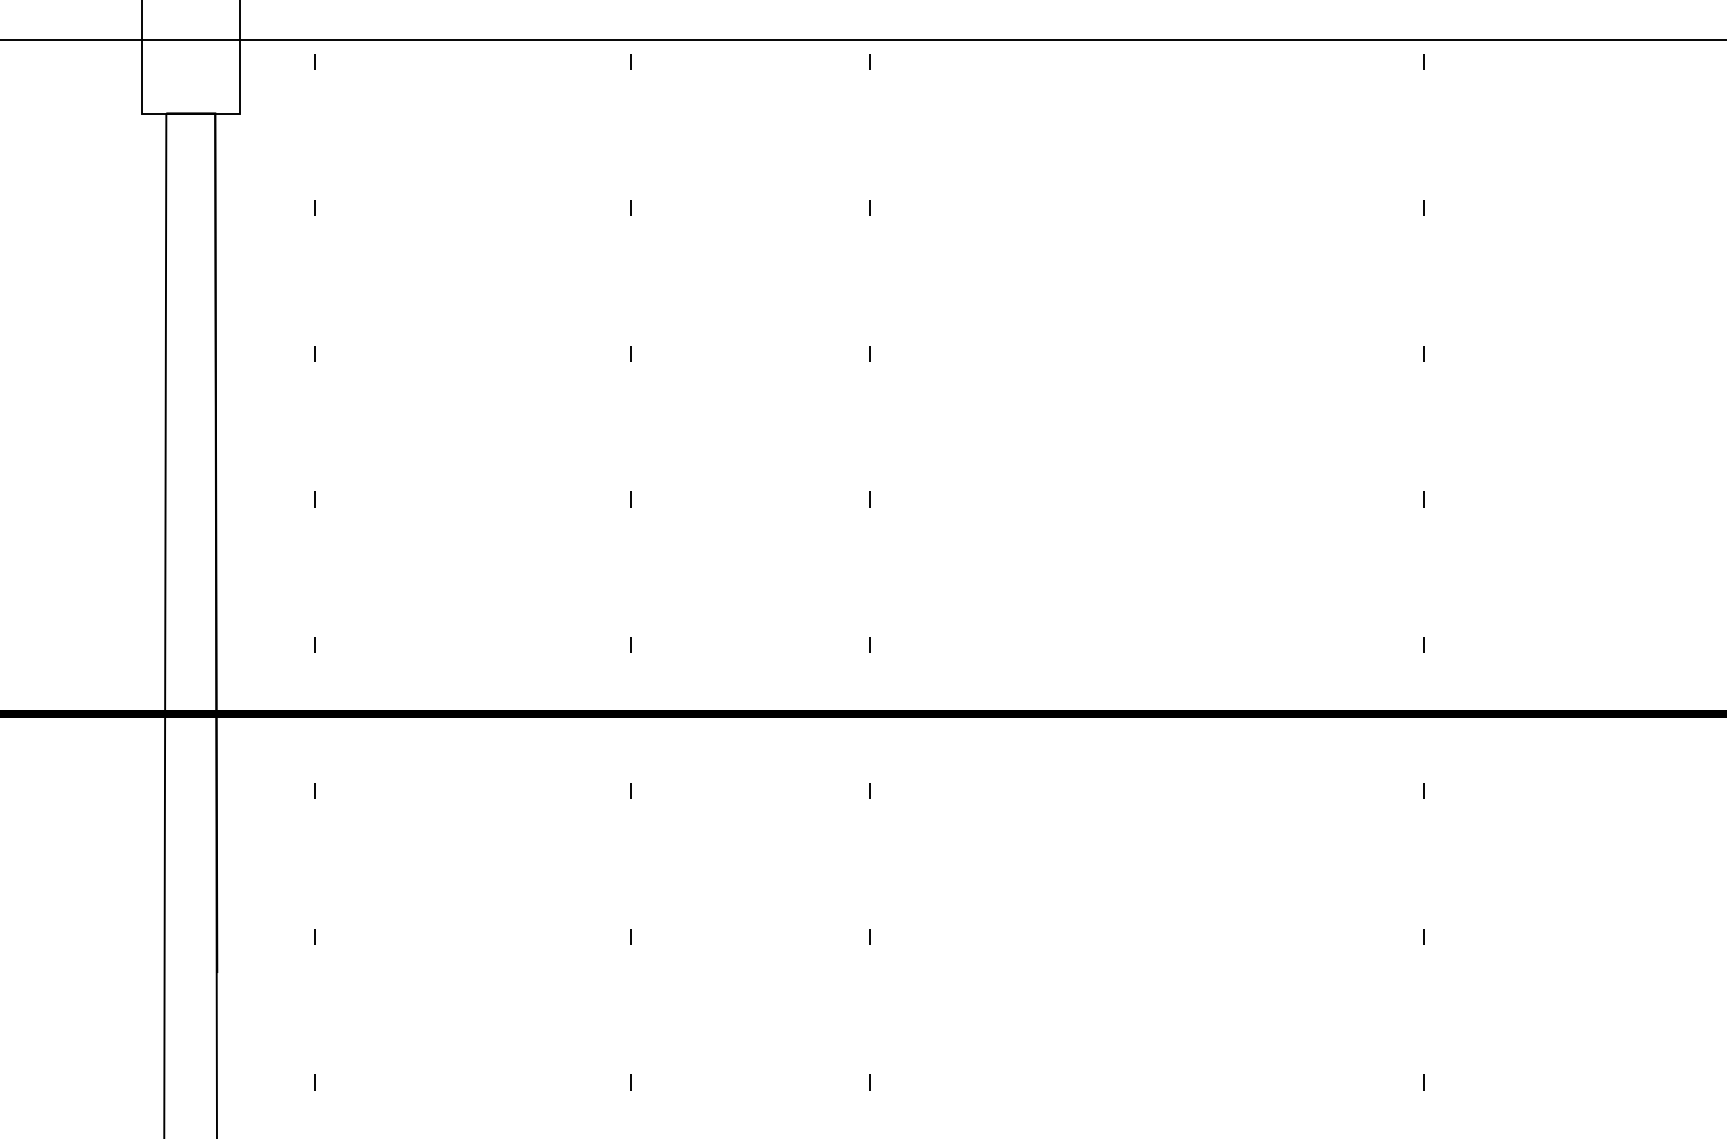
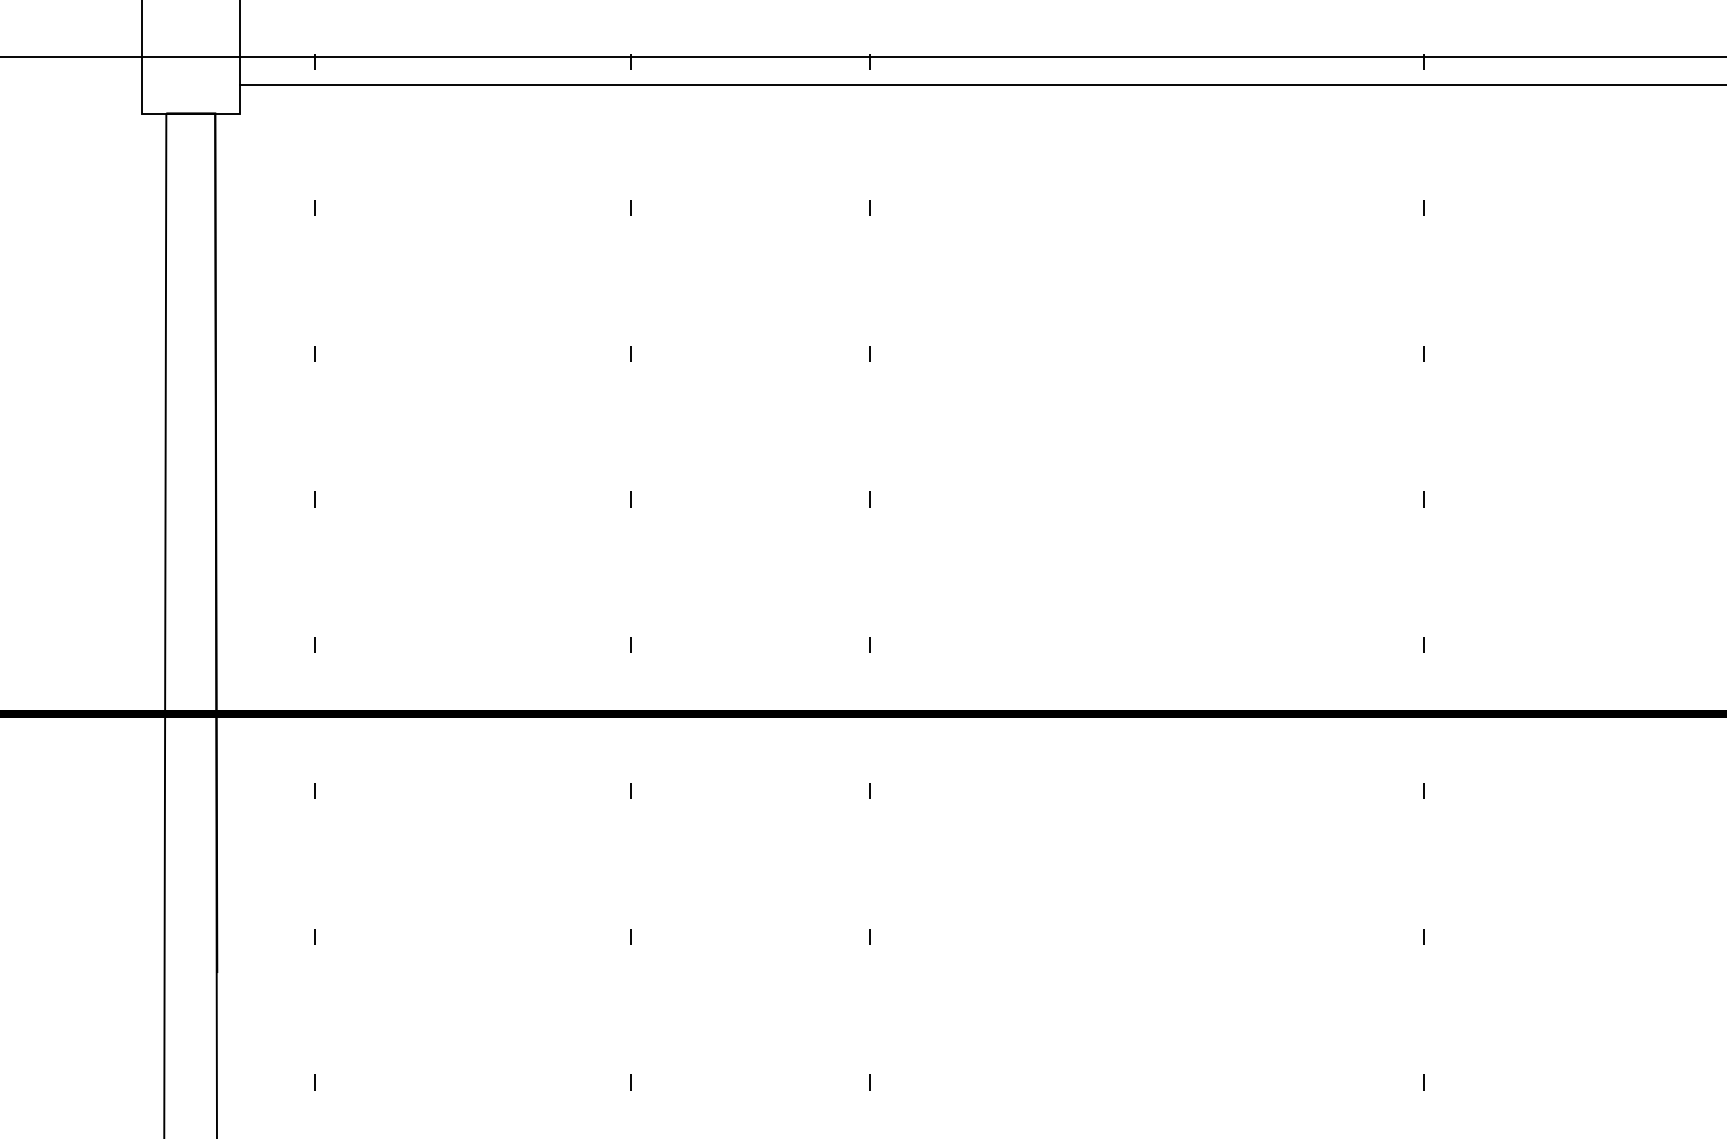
line at (862, 39) position: (862, 39) -> (862, 56)
line at (981, 85): none -> present
